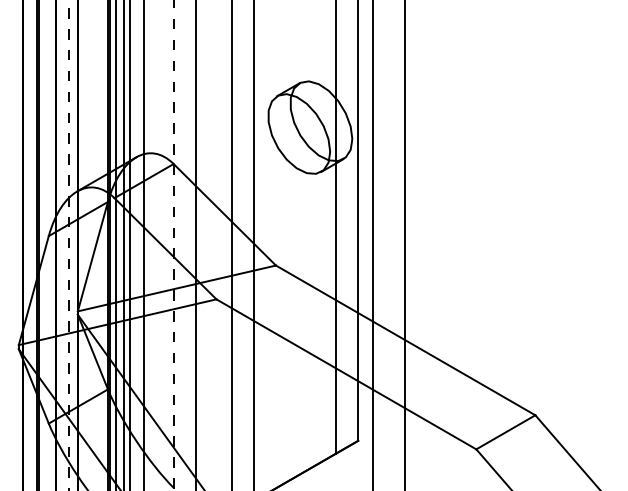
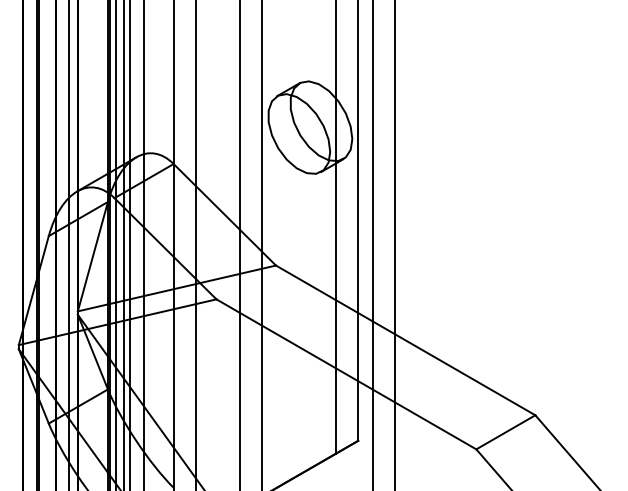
line at (232, 244) position: (232, 244) -> (240, 244)
line at (254, 244) position: (254, 244) -> (262, 244)
line at (405, 244) position: (405, 244) -> (395, 244)
line at (68, 245): dashed -> solid
line at (173, 245): dashed -> solid
